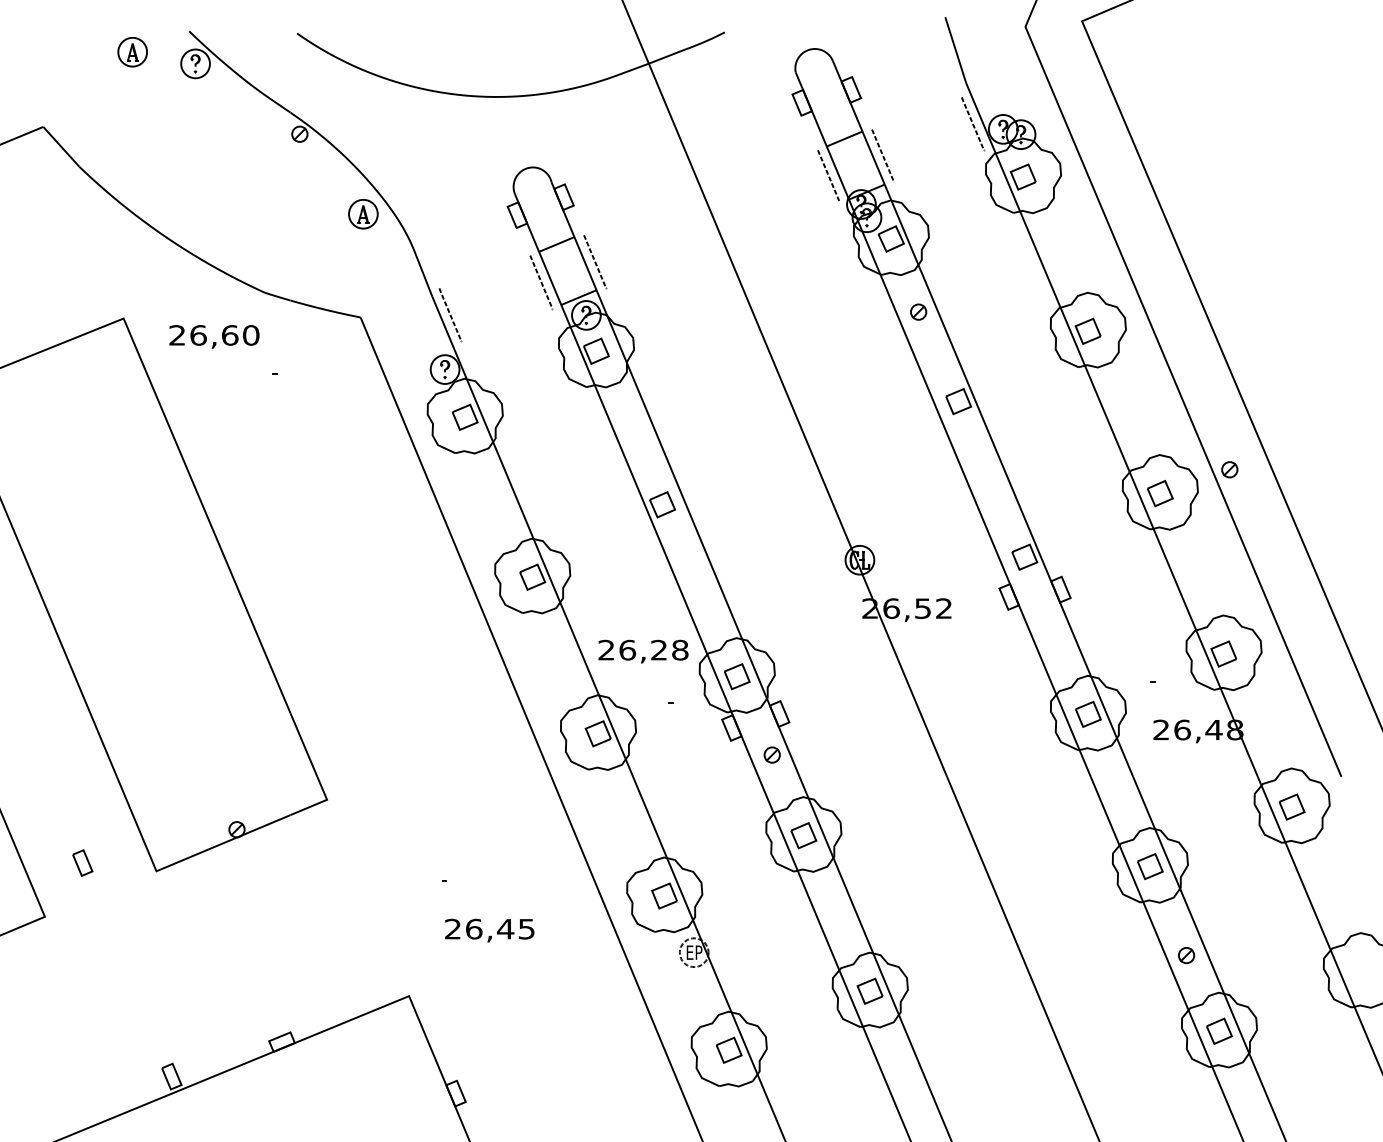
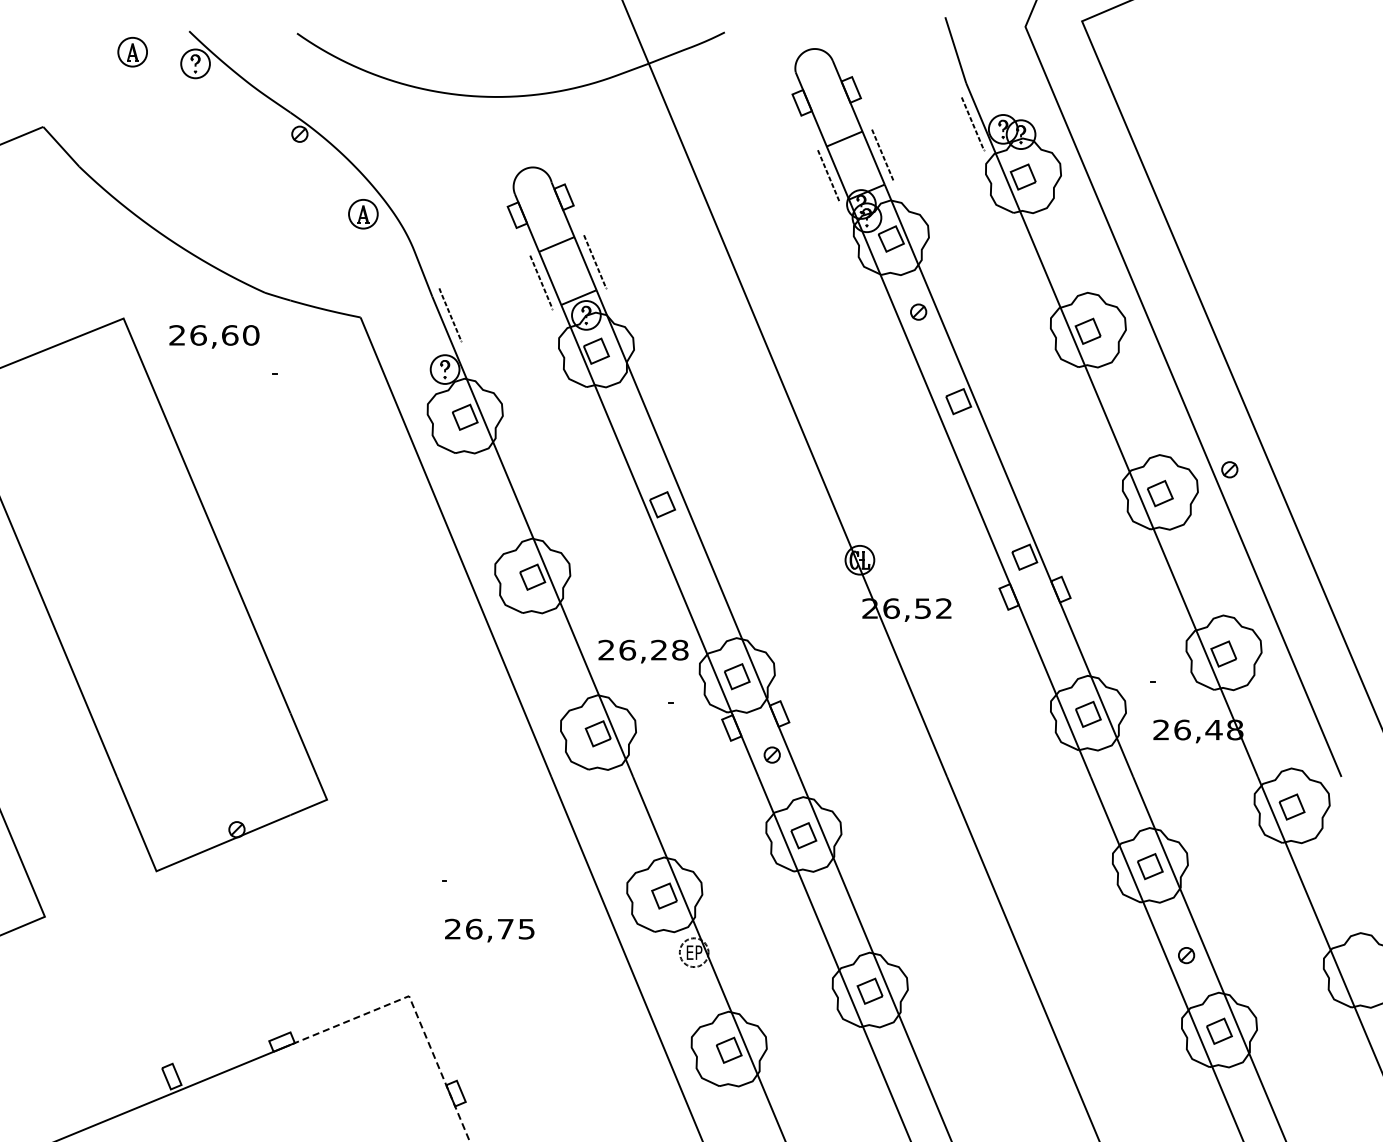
part at (82, 862): present -> none
text at (505, 929): 26,45 -> 26,75
line at (414, 1009): solid -> dashed
